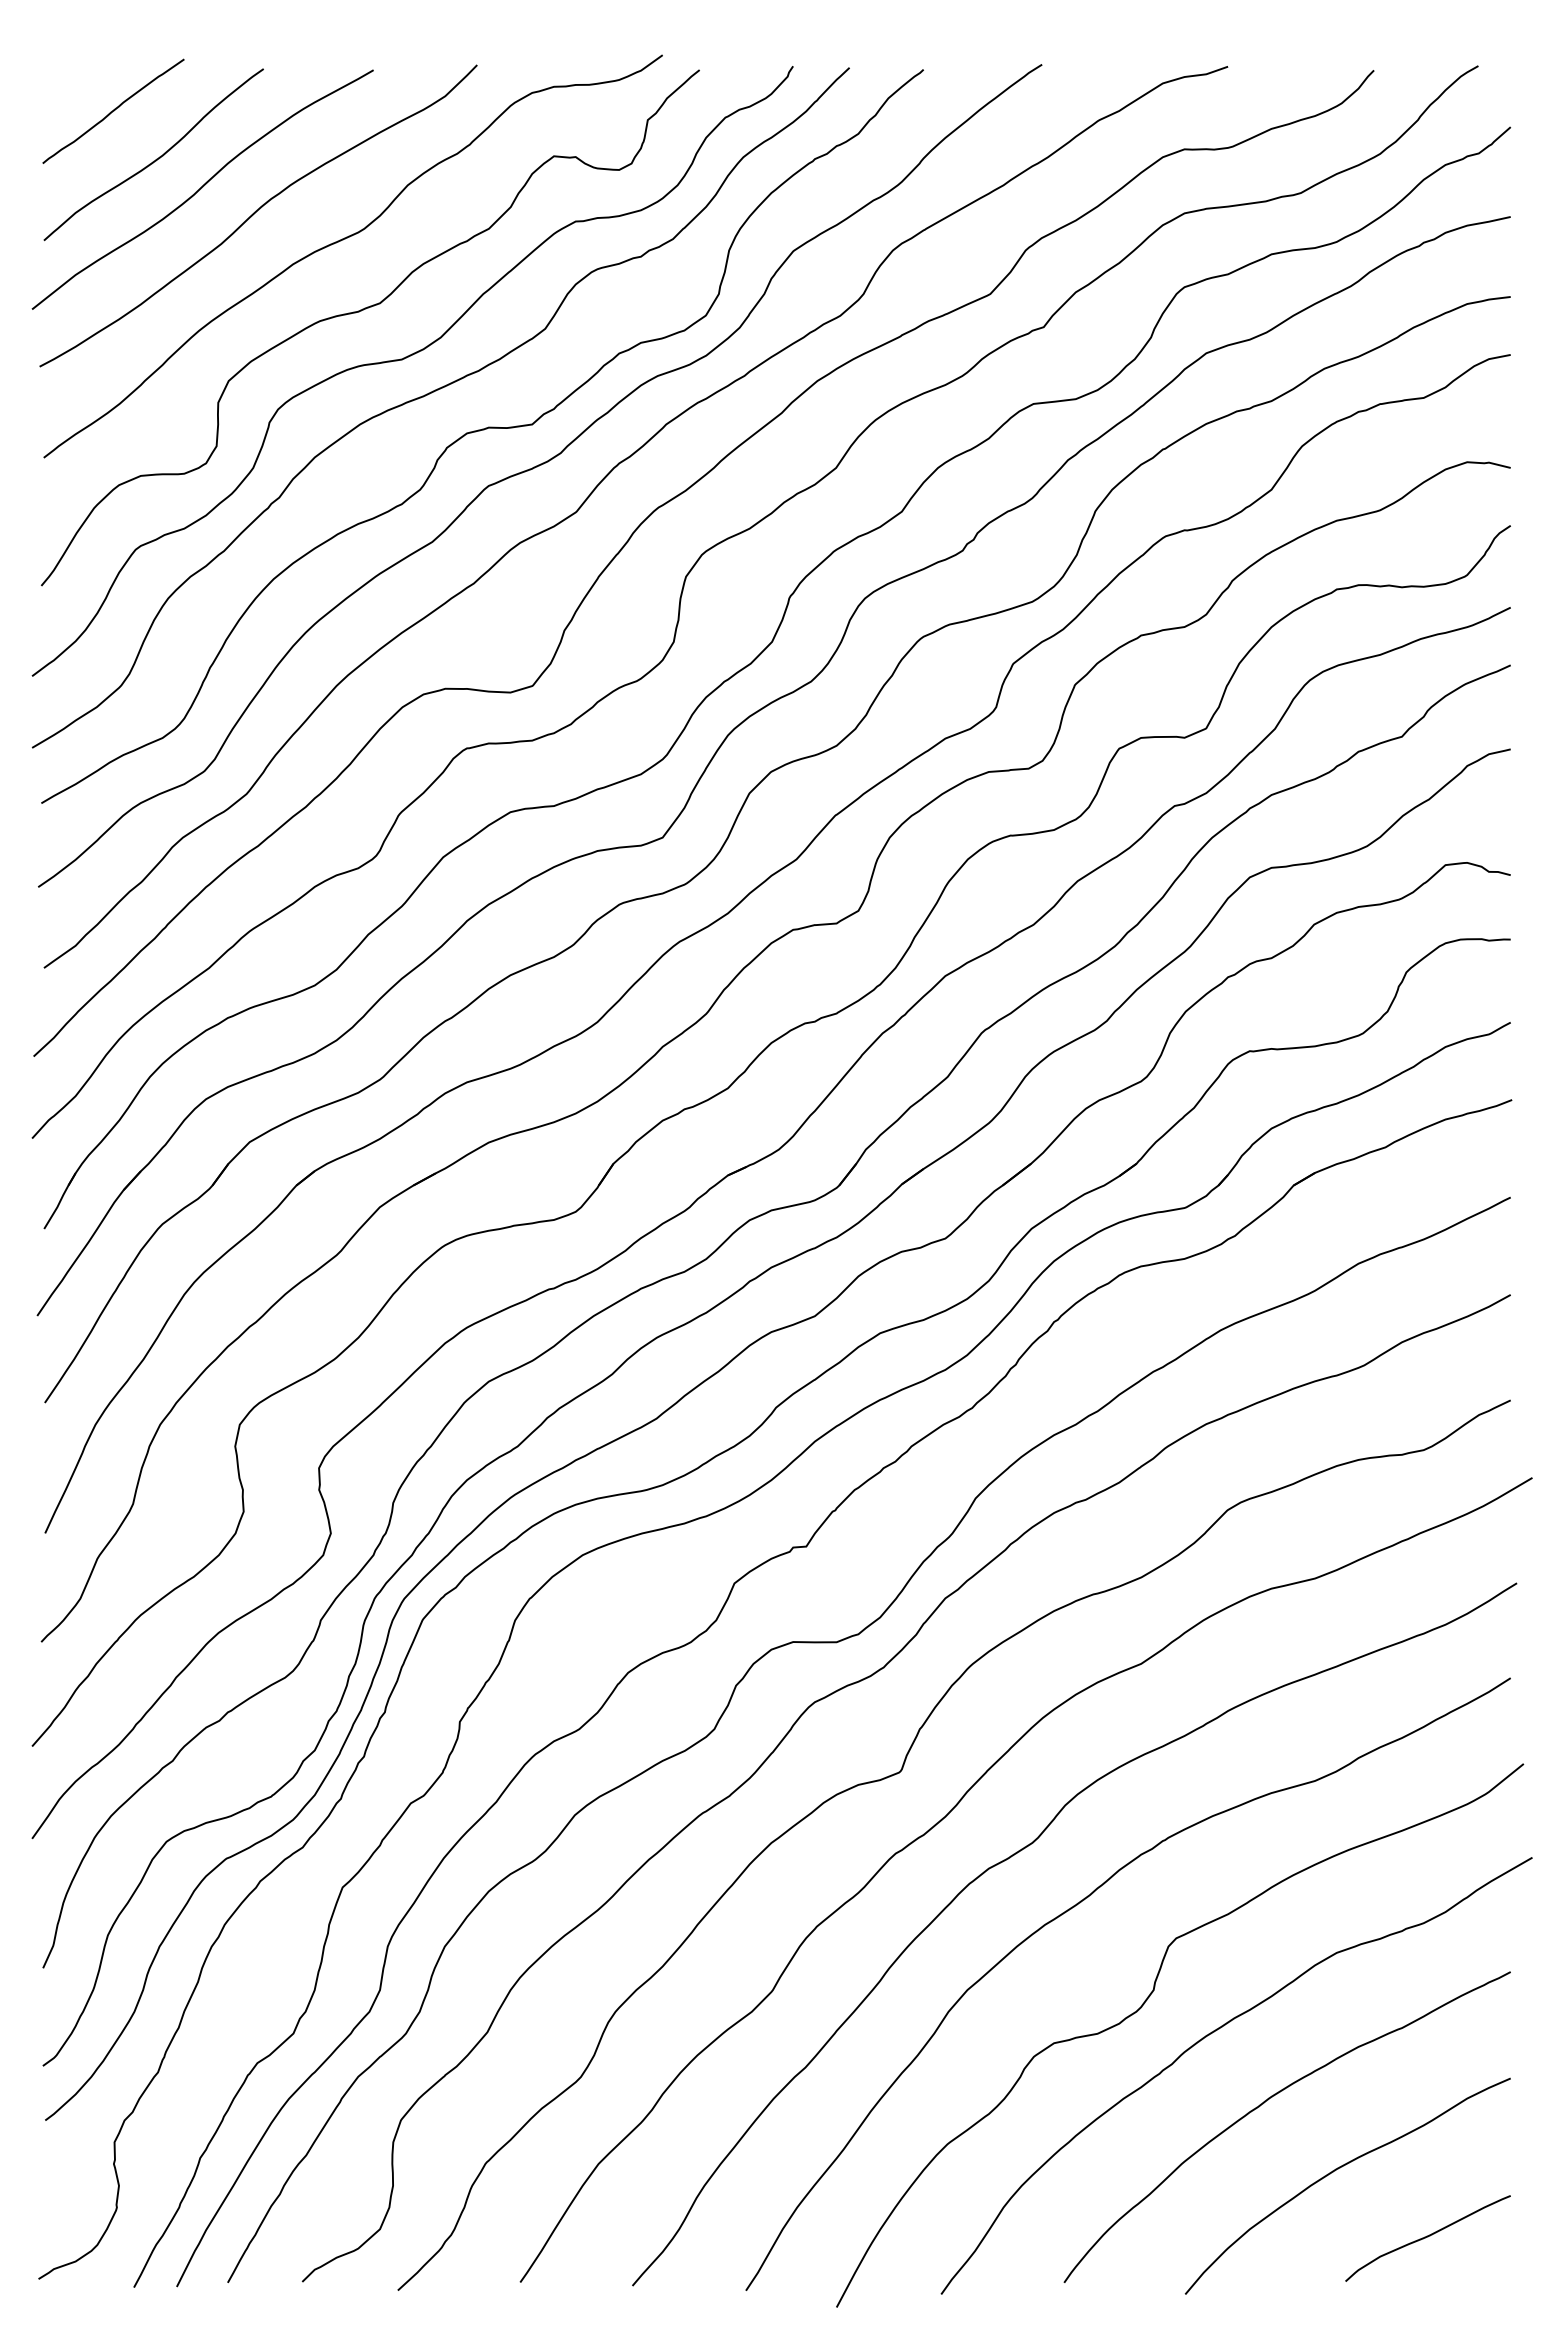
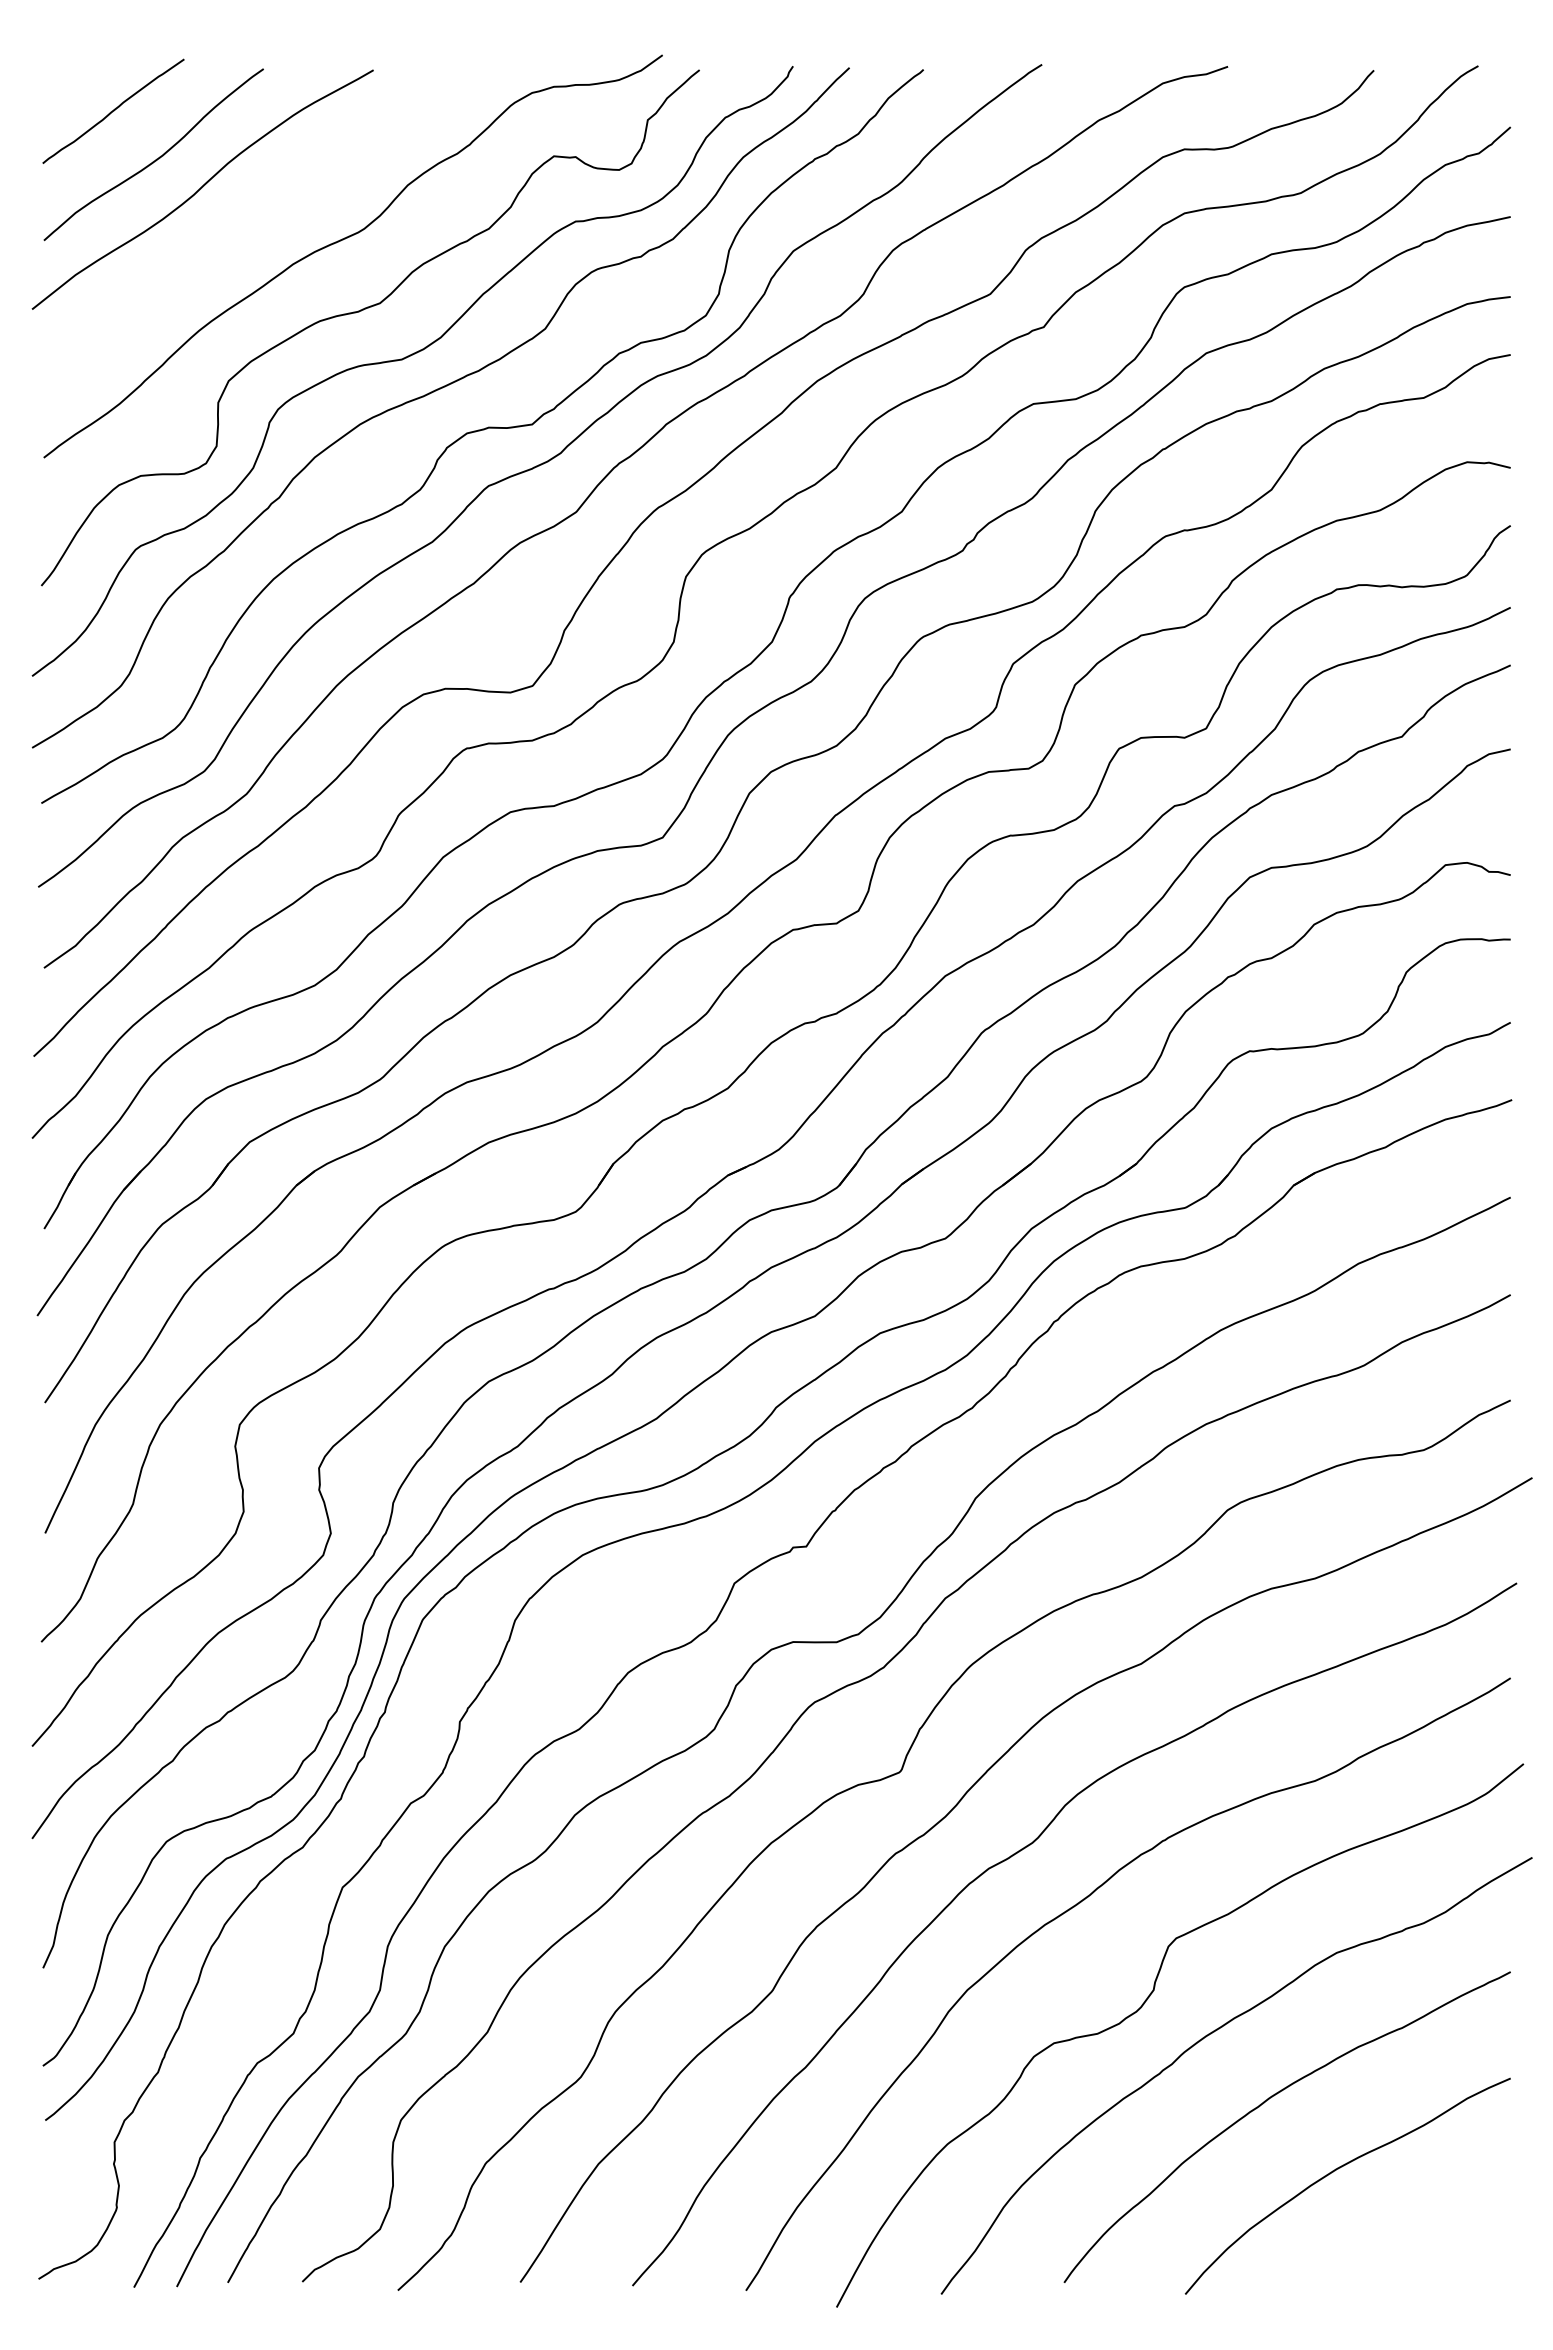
curve at (256, 212): present -> none
curve at (1427, 2237): present -> none
